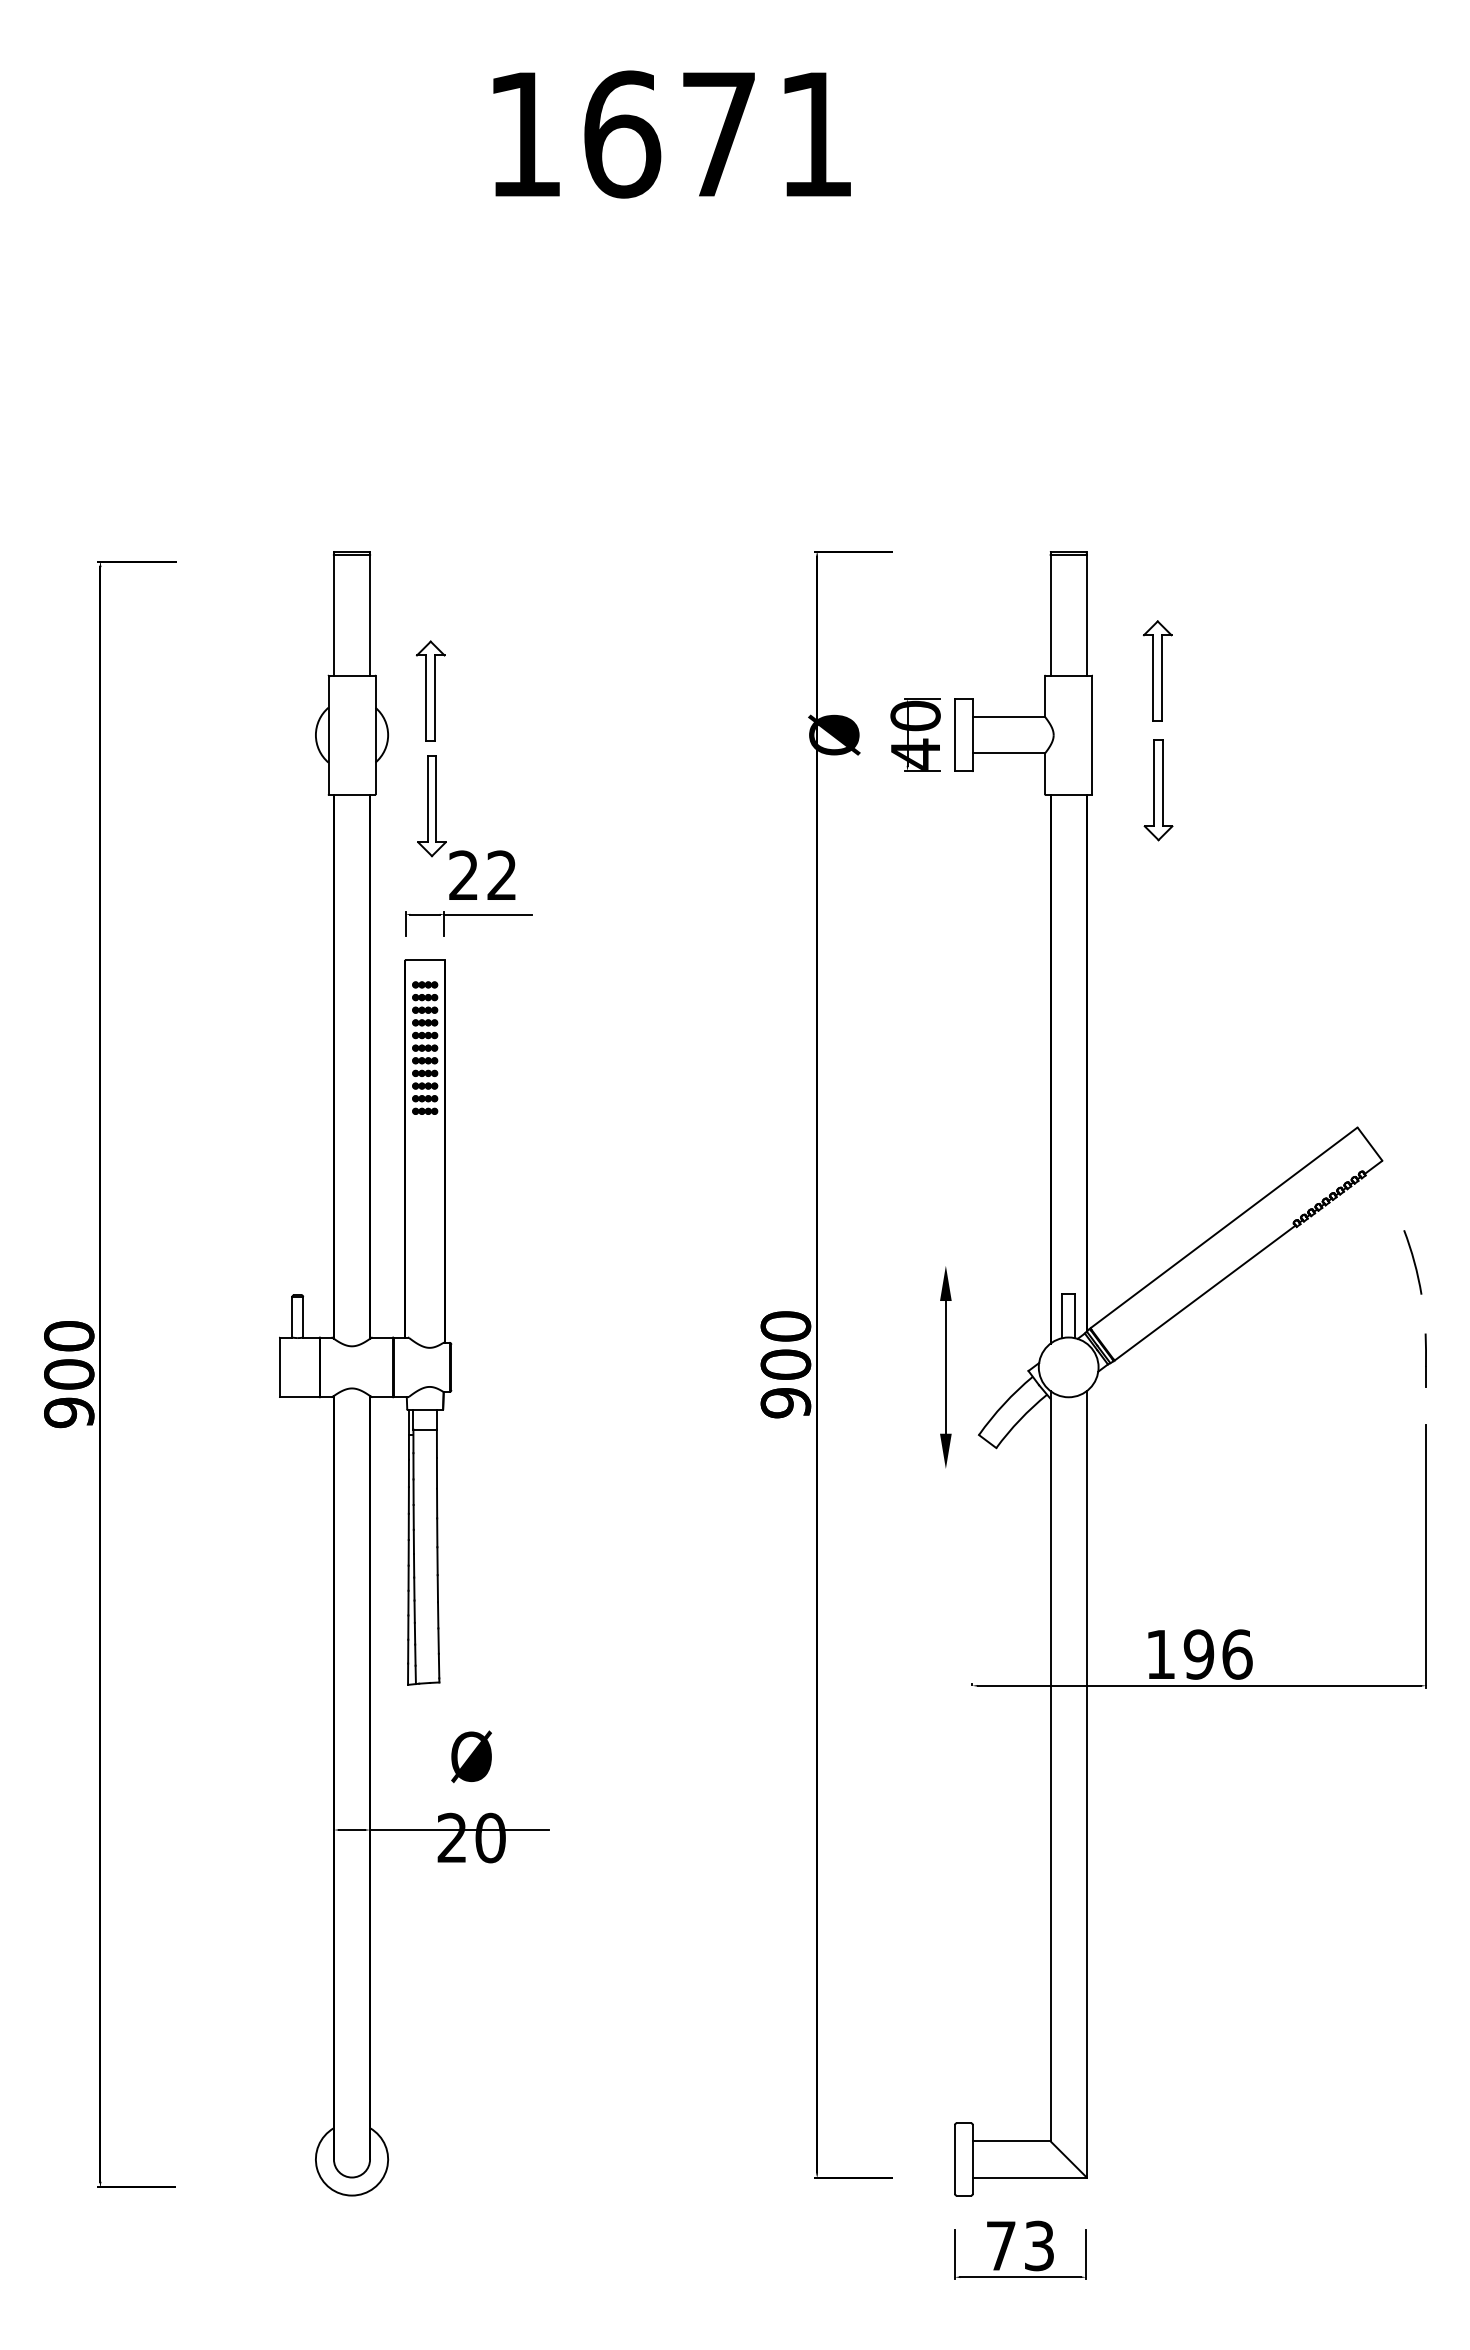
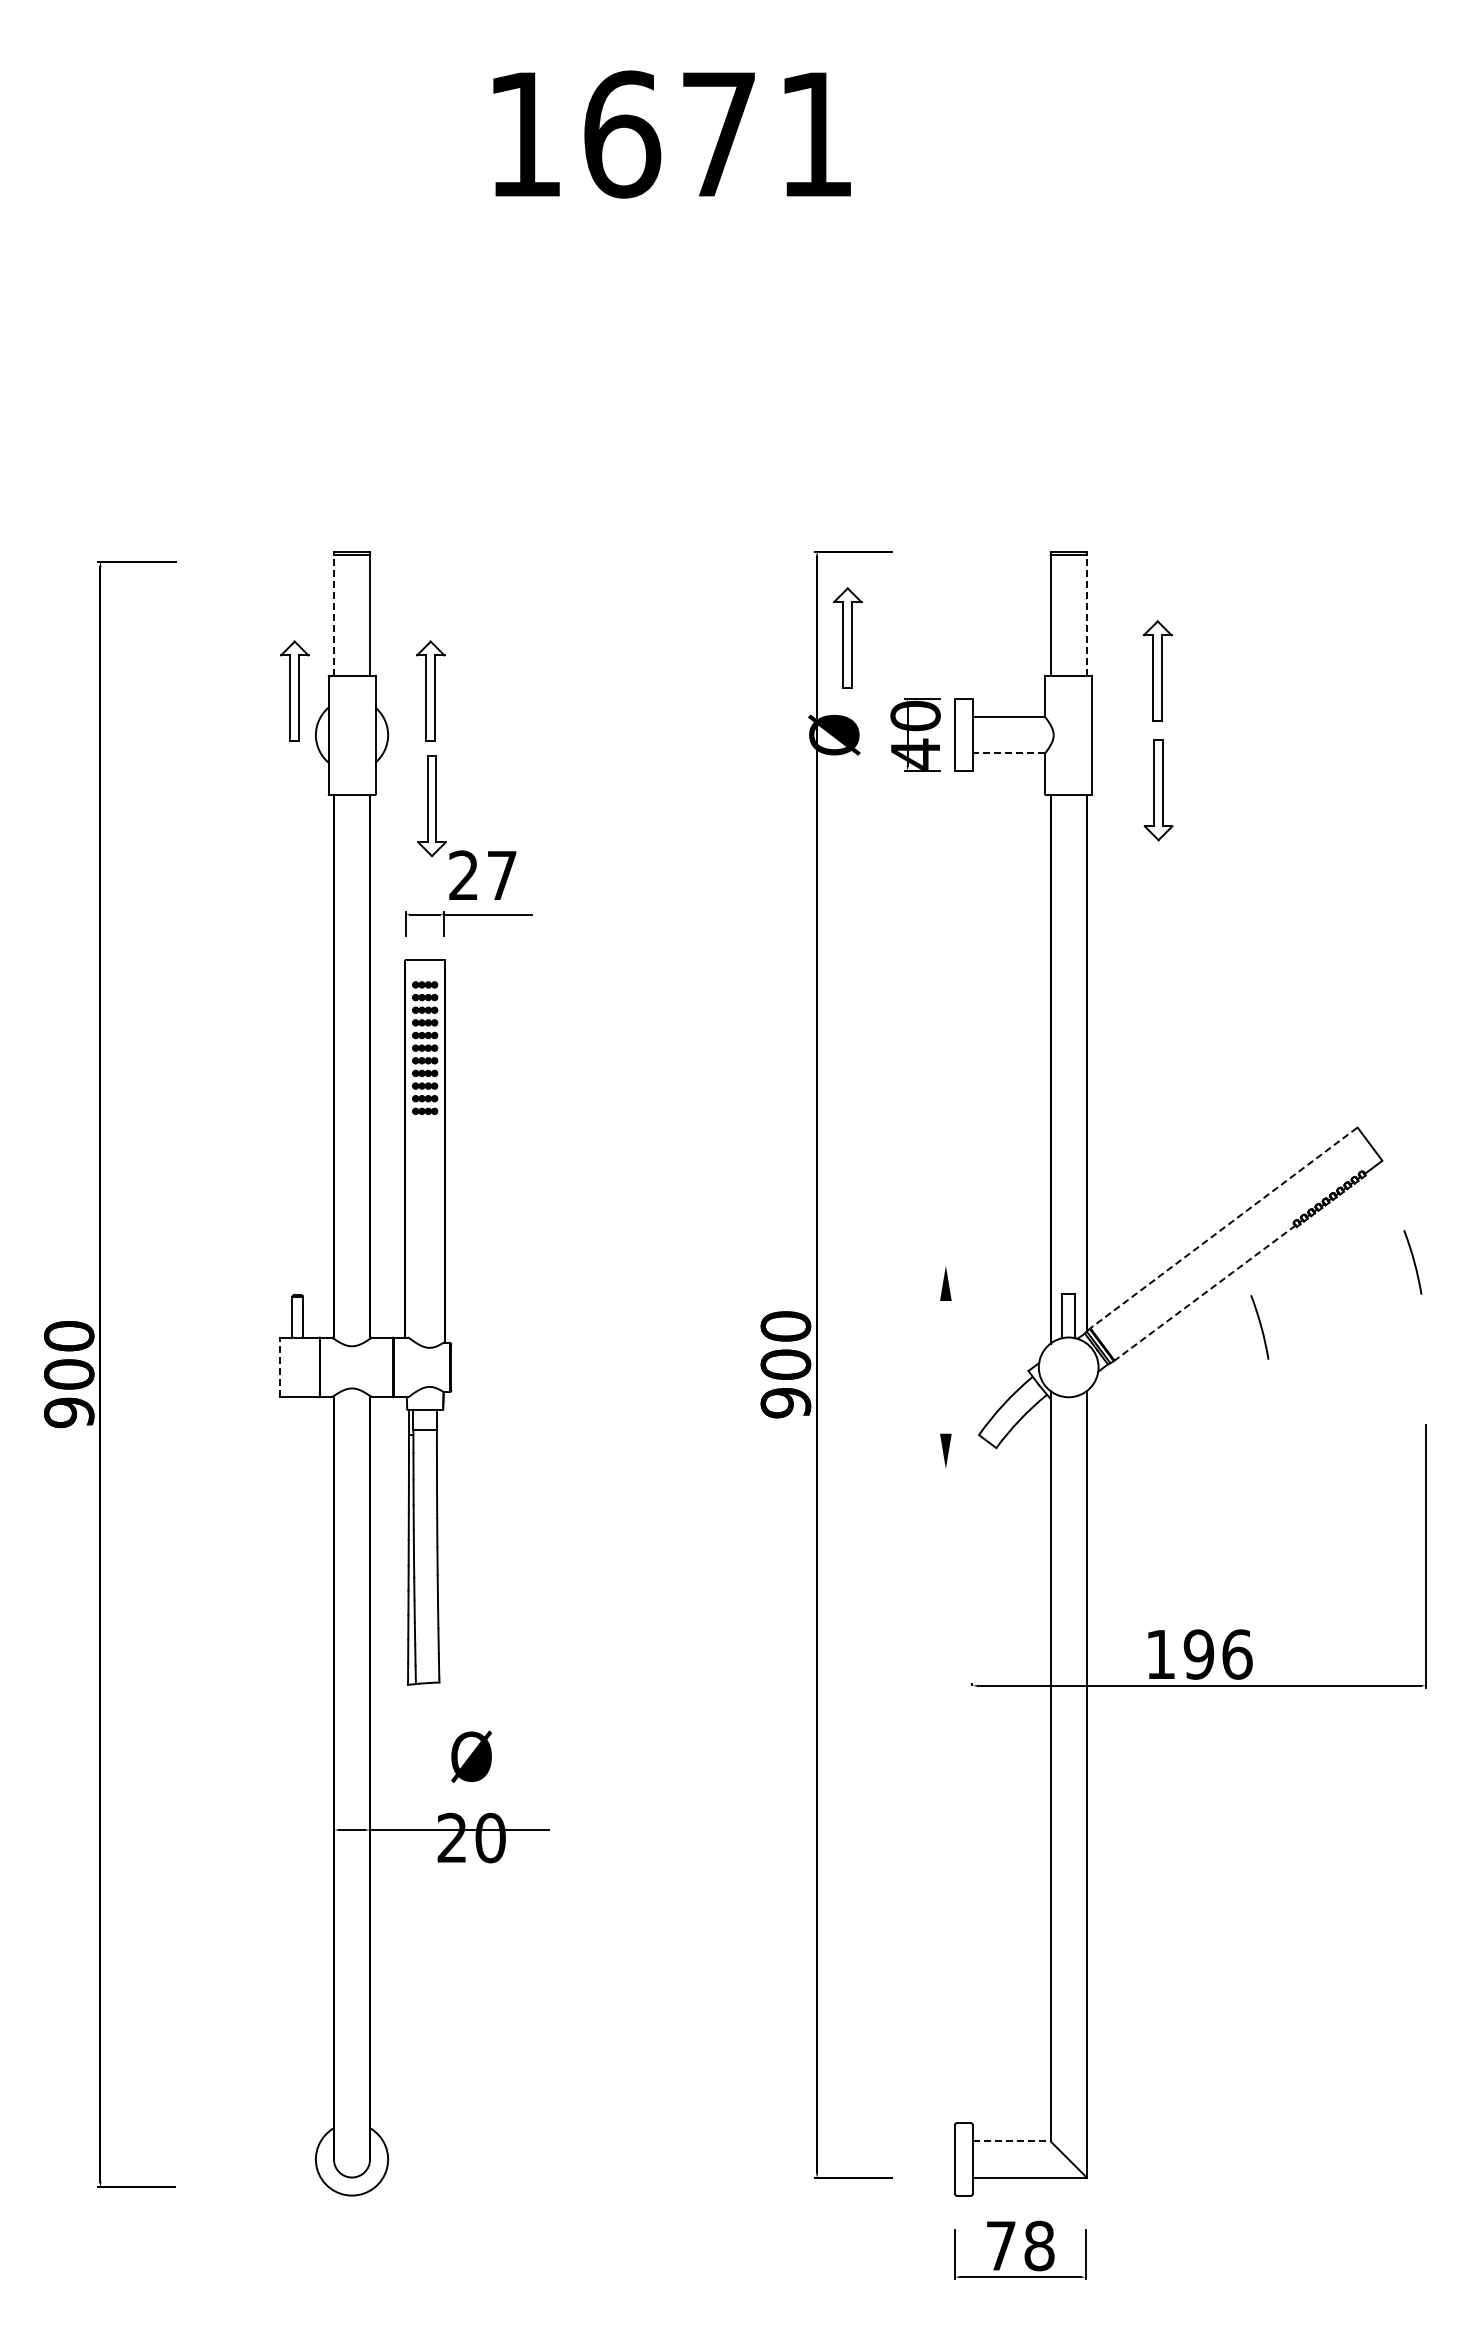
line at (333, 614): solid -> dashed
line at (1086, 614): solid -> dashed
part at (847, 637): none -> present
part at (294, 690): none -> present
line at (1008, 753): solid -> dashed
text at (501, 874): 22 -> 27
line at (1224, 1227): solid -> dashed
line at (1205, 1292): solid -> dashed
arc at (1260, 1327): none -> present
line at (1425, 1360): present -> none
line at (279, 1366): solid -> dashed
line at (945, 1367): present -> none
line at (1011, 2141): solid -> dashed
text at (1039, 2245): 73 -> 78
